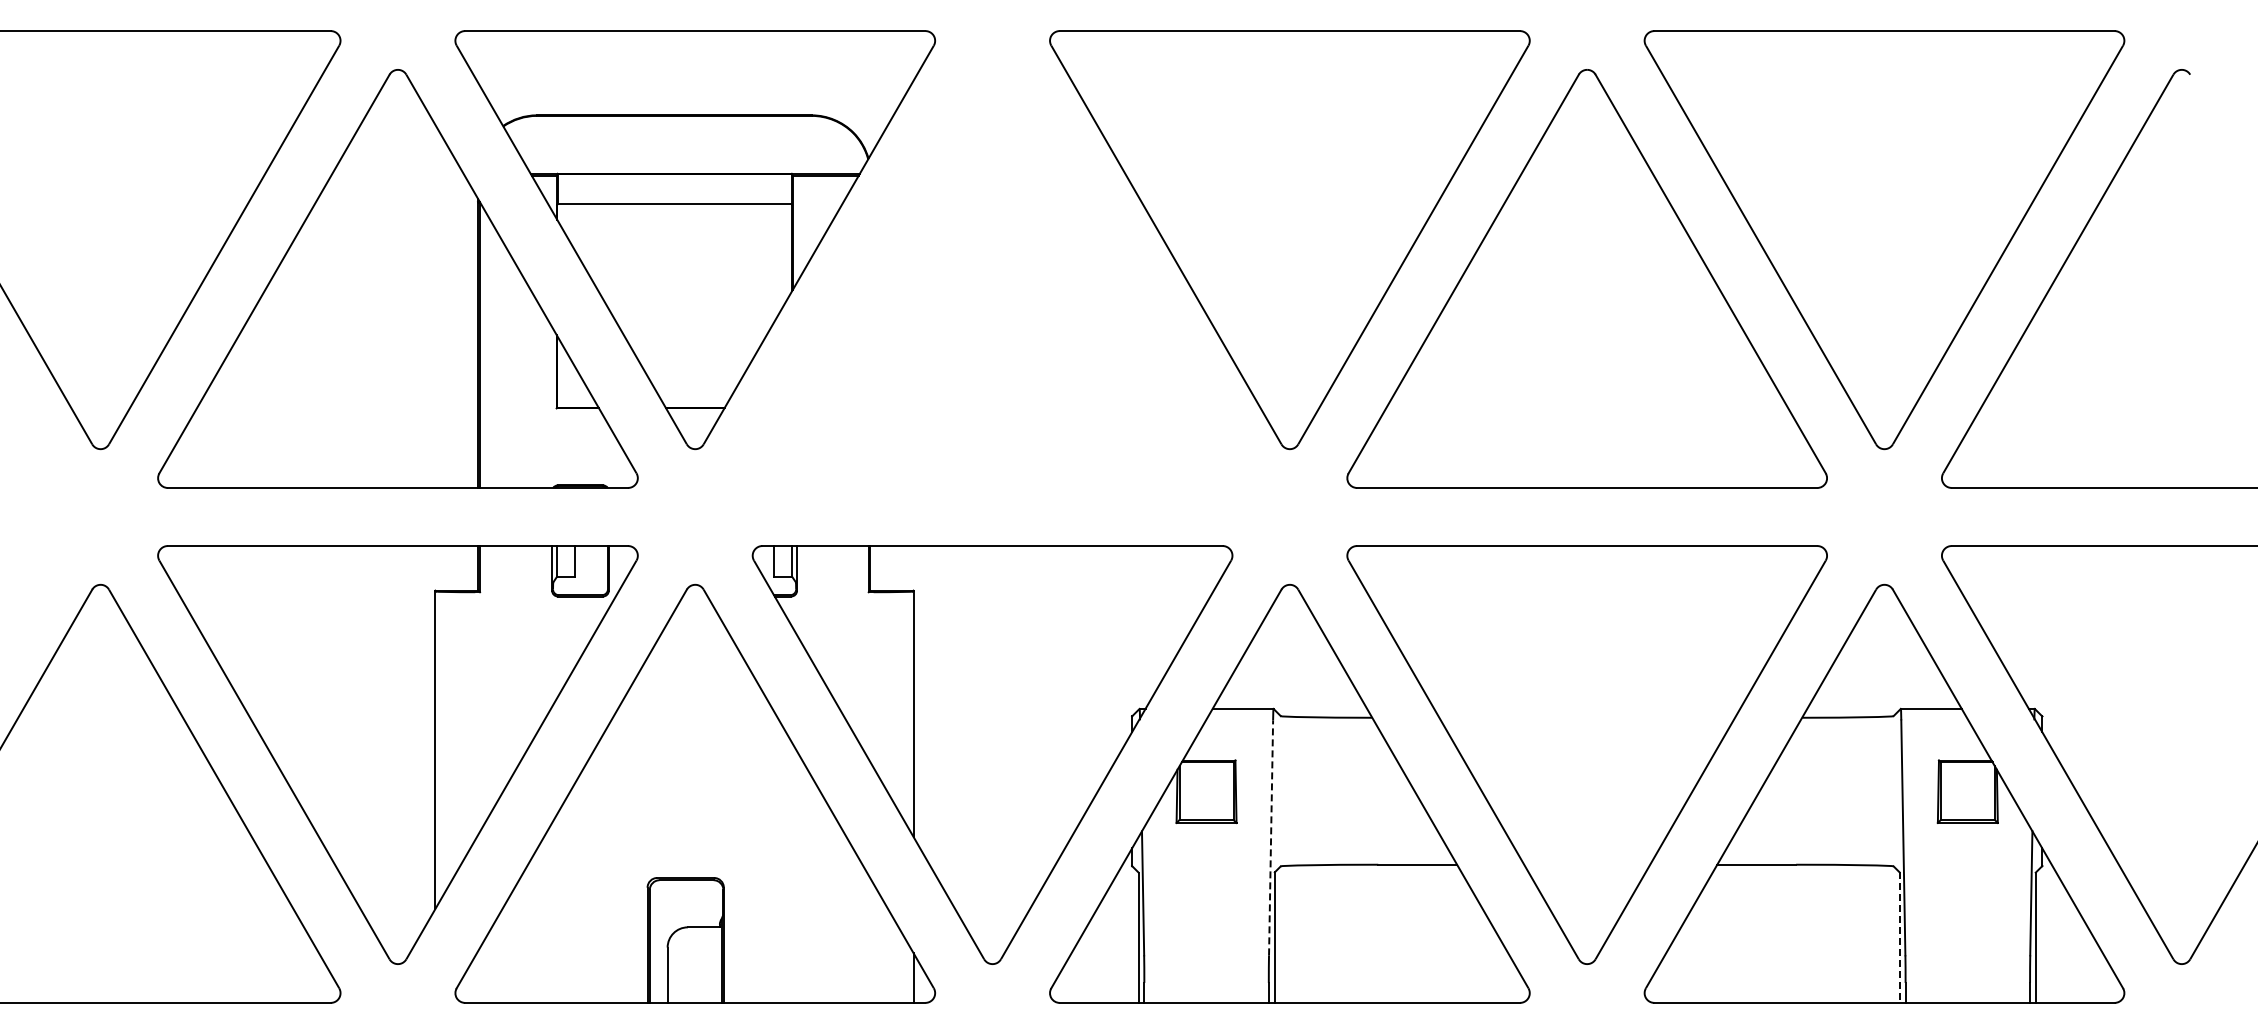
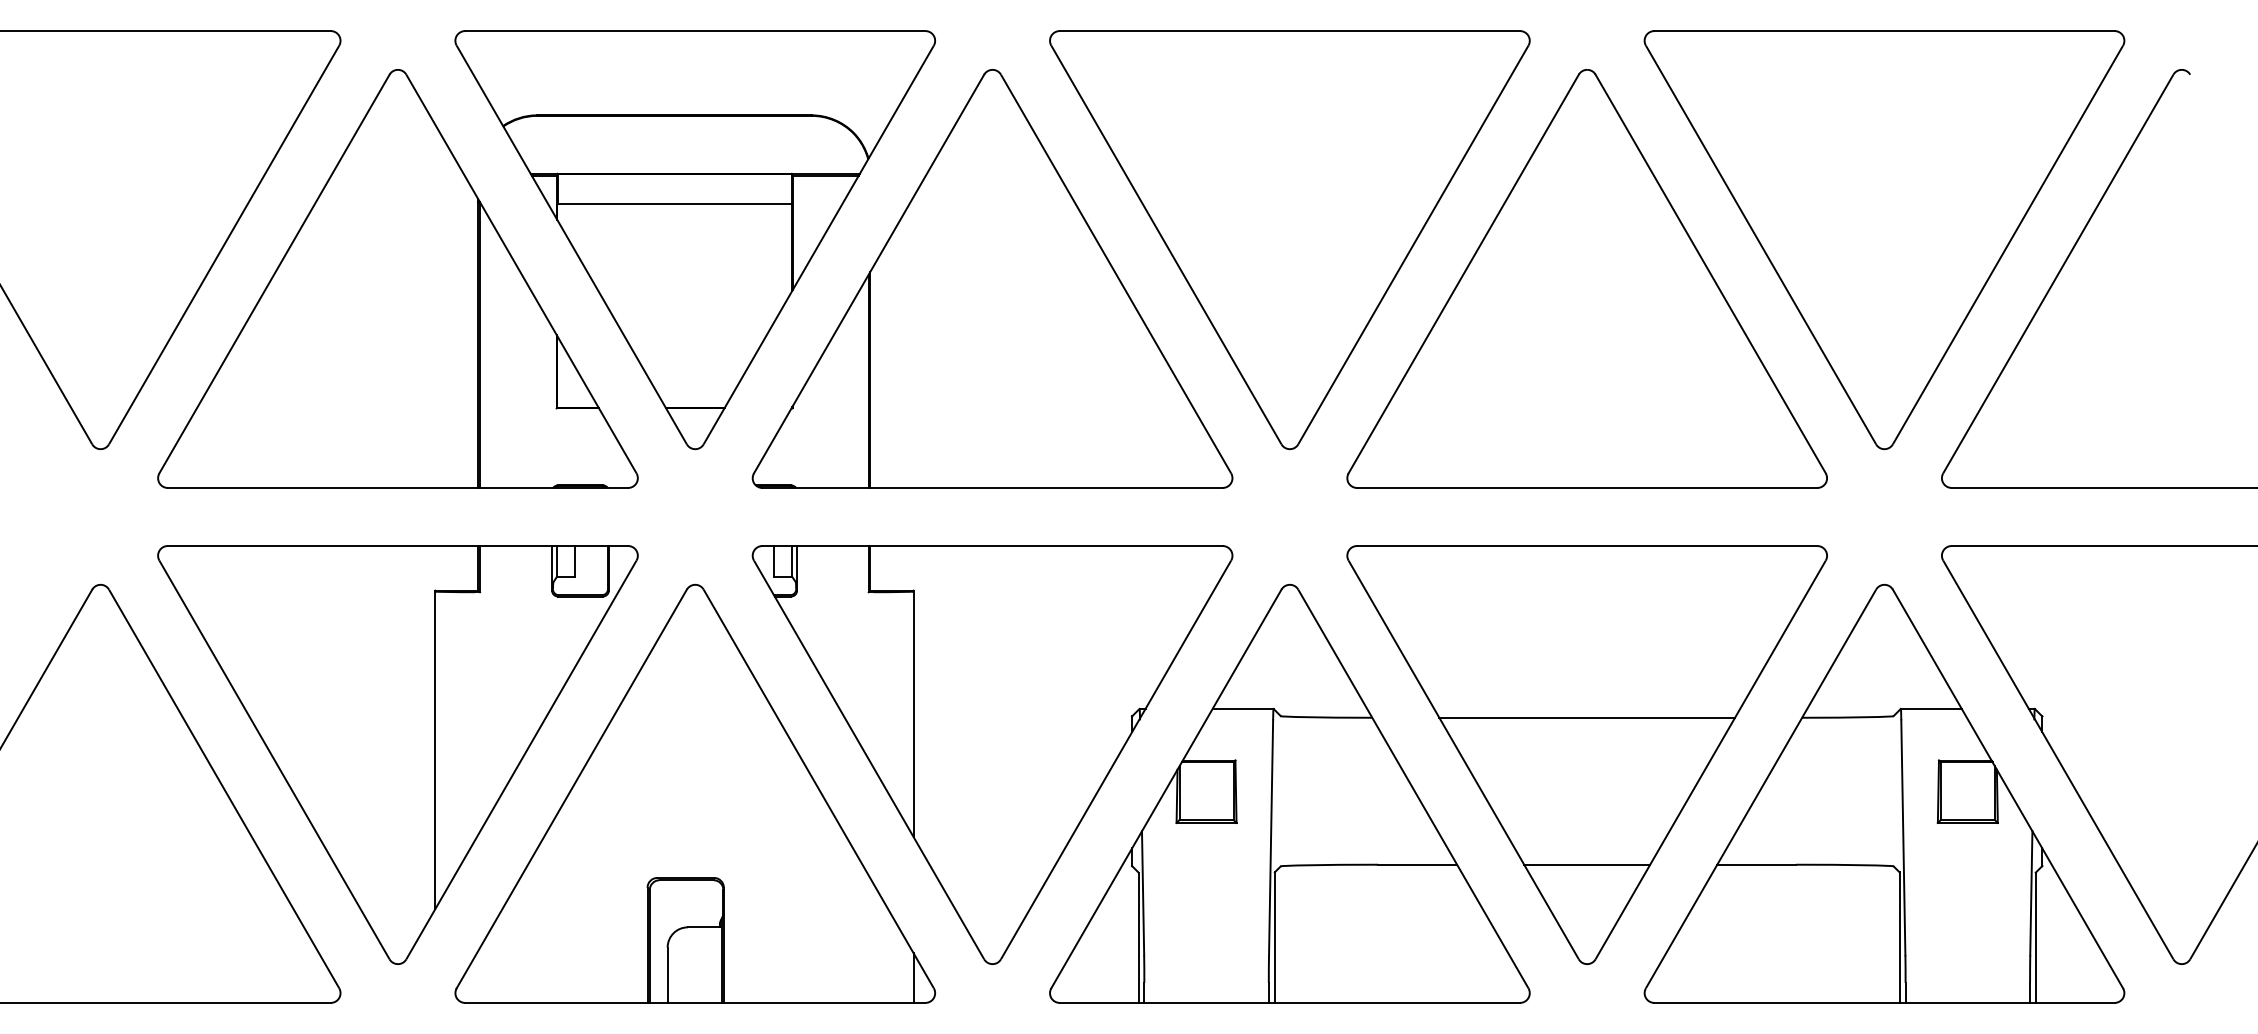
part at (992, 278): none -> present
line at (1587, 717): none -> present
line at (1271, 837): dashed -> solid
line at (1587, 864): none -> present
line at (1899, 938): dashed -> solid
